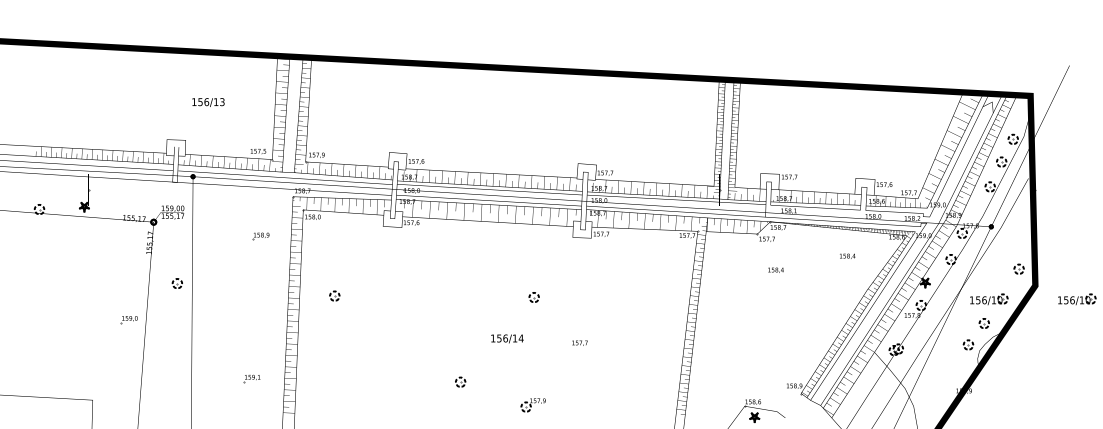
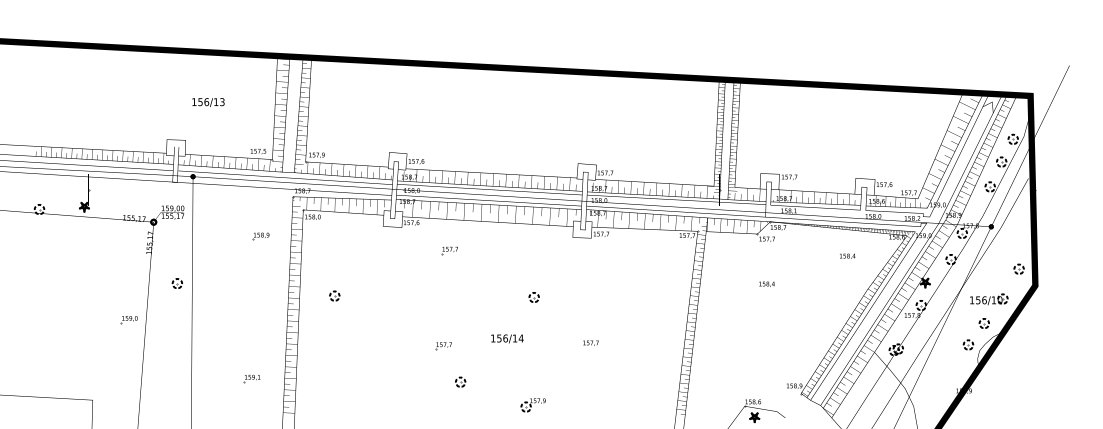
part at (449, 250): none -> present
text at (775, 269) position: (775, 269) -> (766, 283)
part at (1077, 299): present -> none
text at (579, 342) position: (579, 342) -> (590, 342)
part at (443, 346): none -> present
